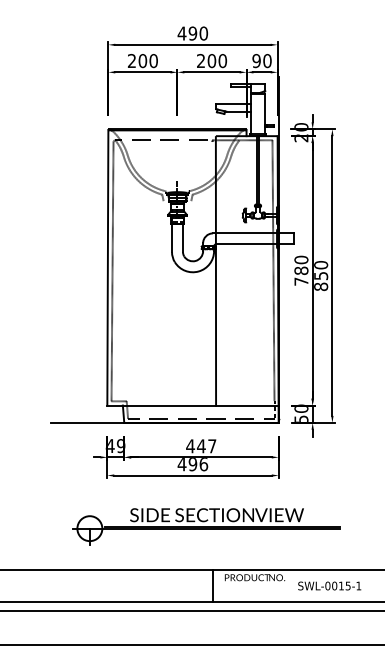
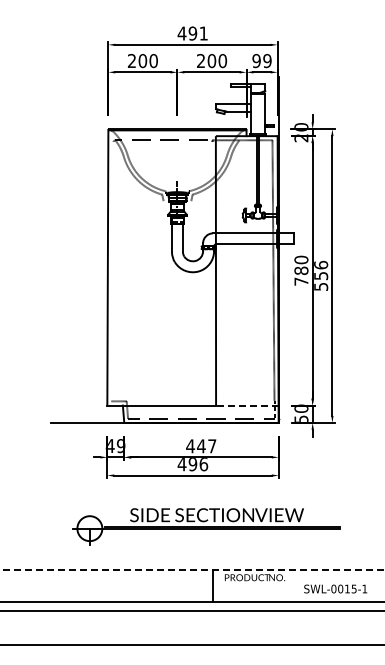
text at (203, 33): 490 -> 491
text at (267, 61): 90 -> 99
line at (112, 271): present -> none
text at (321, 275): 850 -> 556
line at (246, 405): solid -> dashed
line at (192, 569): solid -> dashed
text at (329, 585) position: (329, 585) -> (335, 588)
